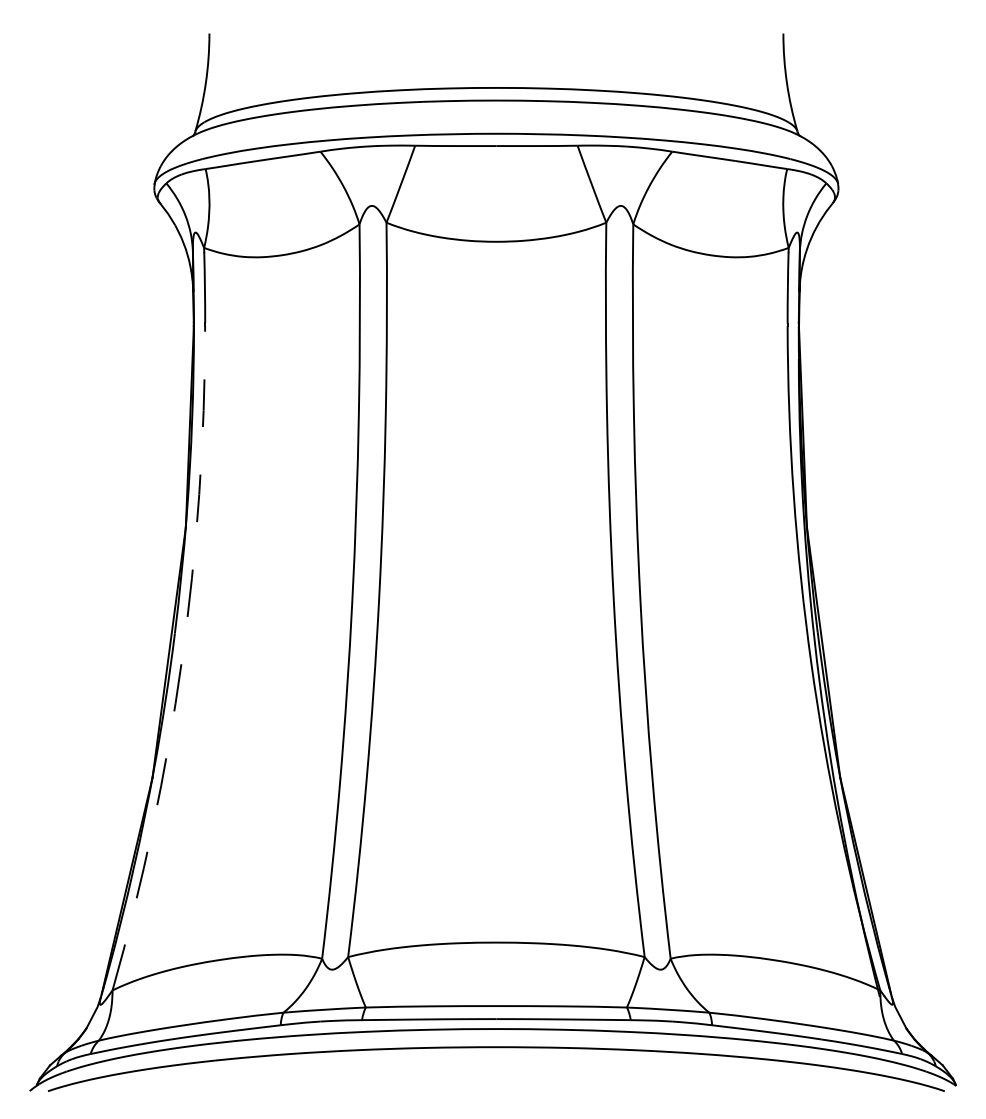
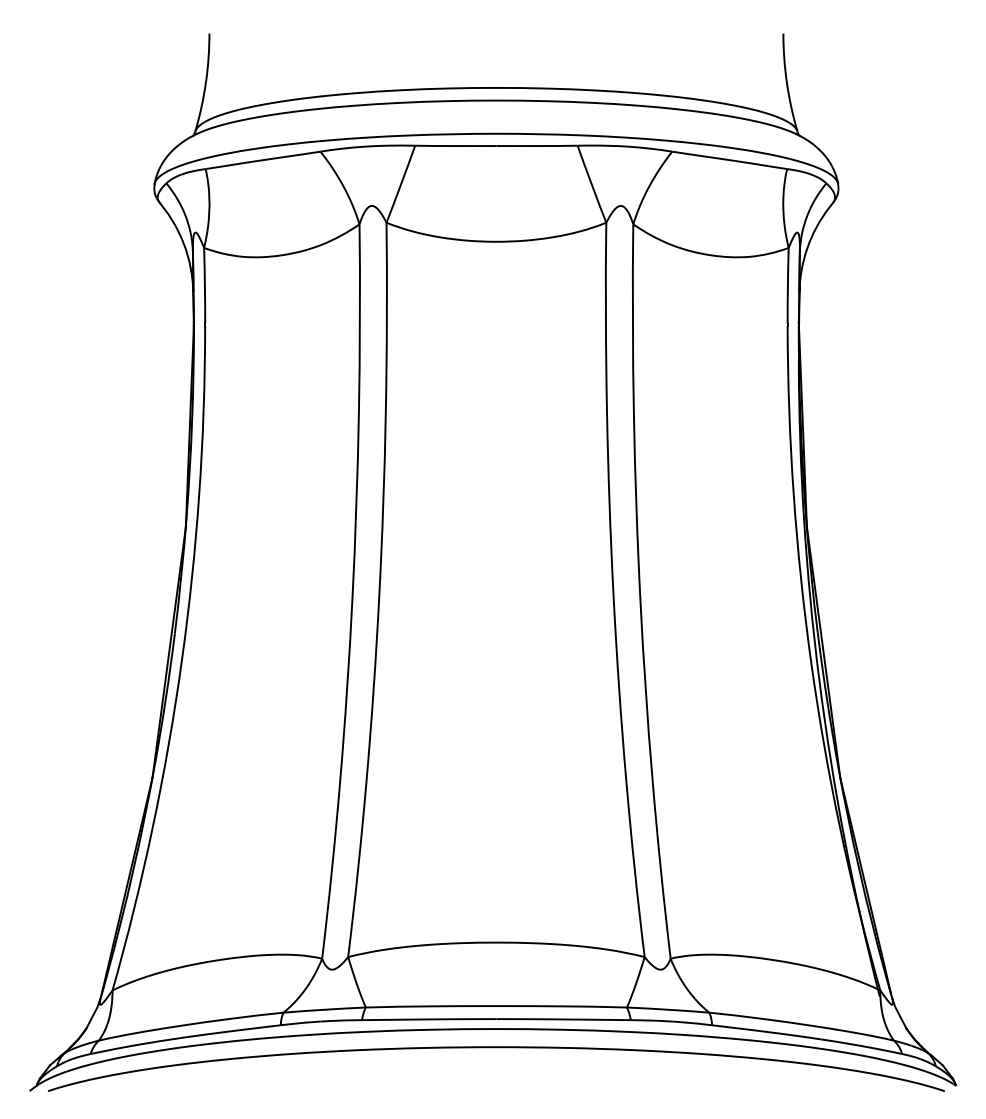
arc at (181, 661): dashed -> solid
